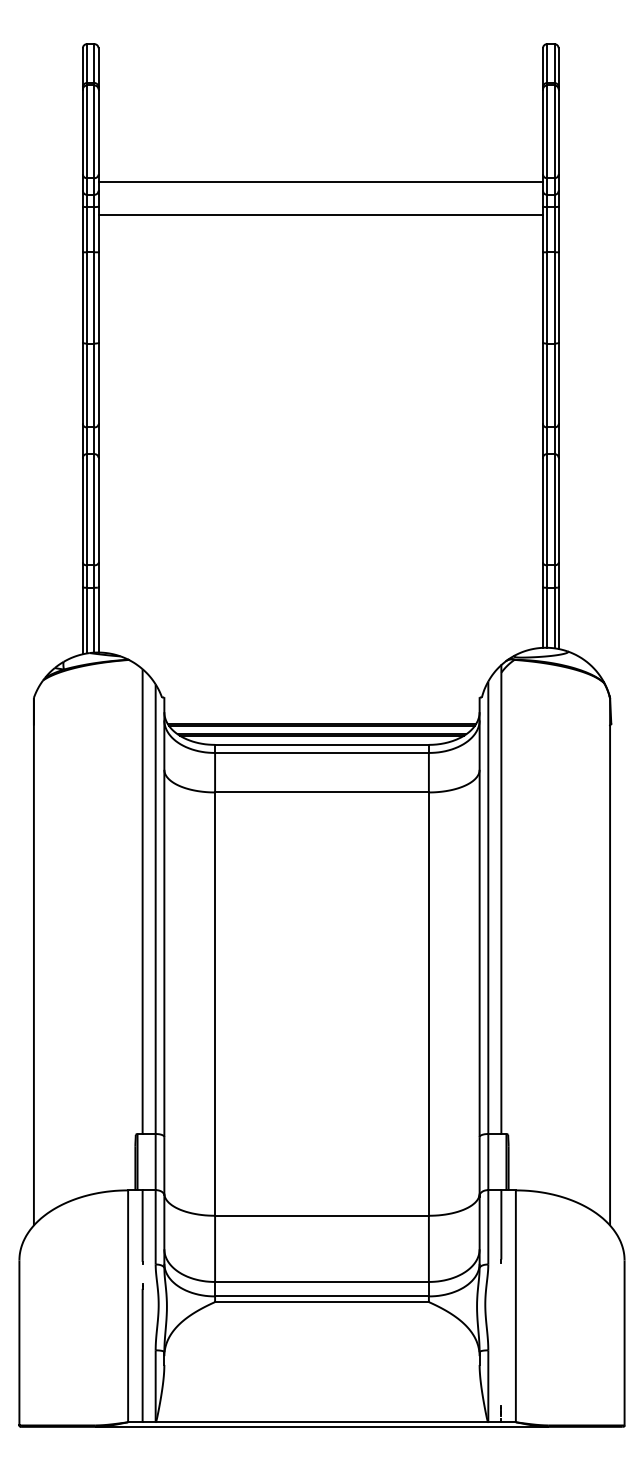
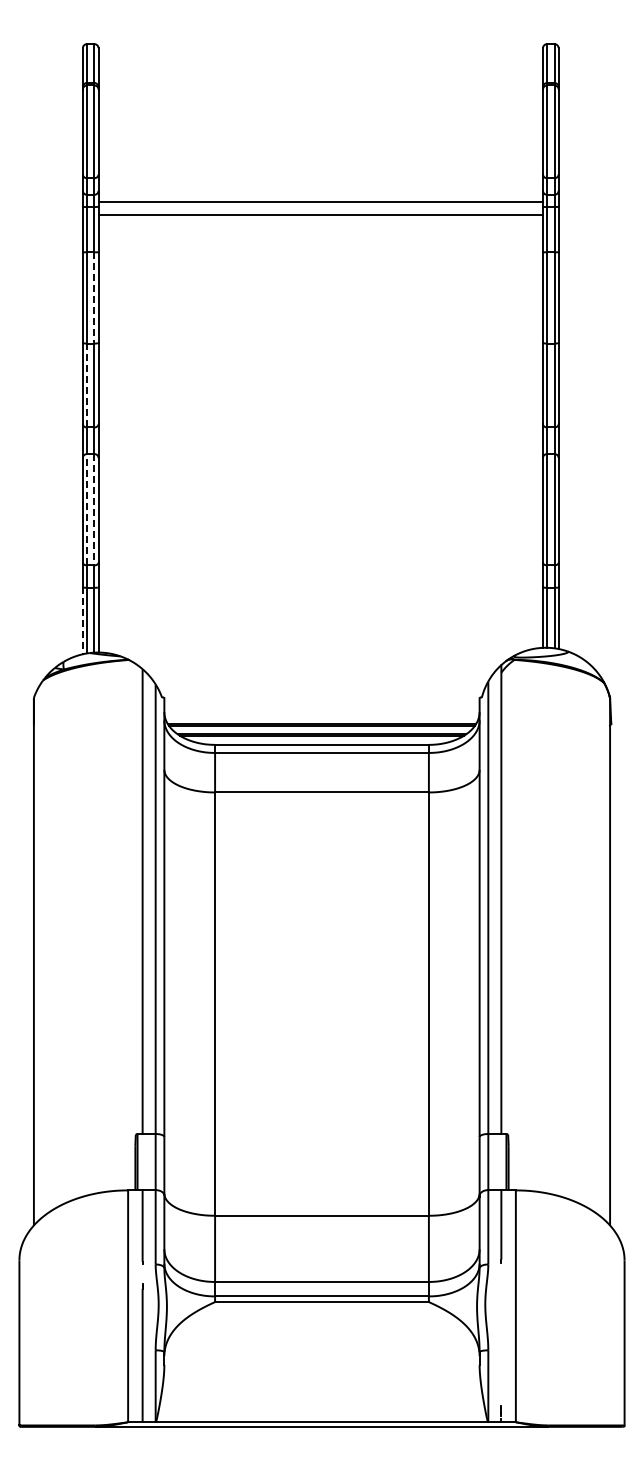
line at (320, 182) position: (320, 182) -> (320, 202)
line at (94, 297): solid -> dashed
line at (87, 385): solid -> dashed
line at (87, 509): solid -> dashed
line at (94, 509): solid -> dashed
line at (82, 621): solid -> dashed
